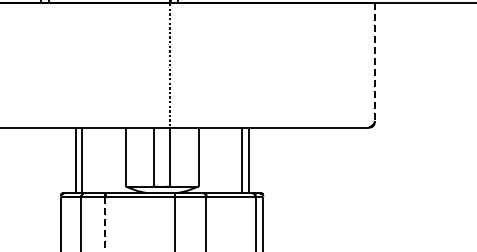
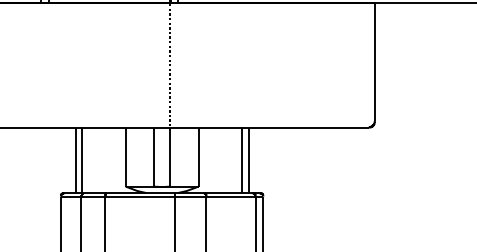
line at (374, 62): dashed -> solid
line at (105, 224): dashed -> solid
